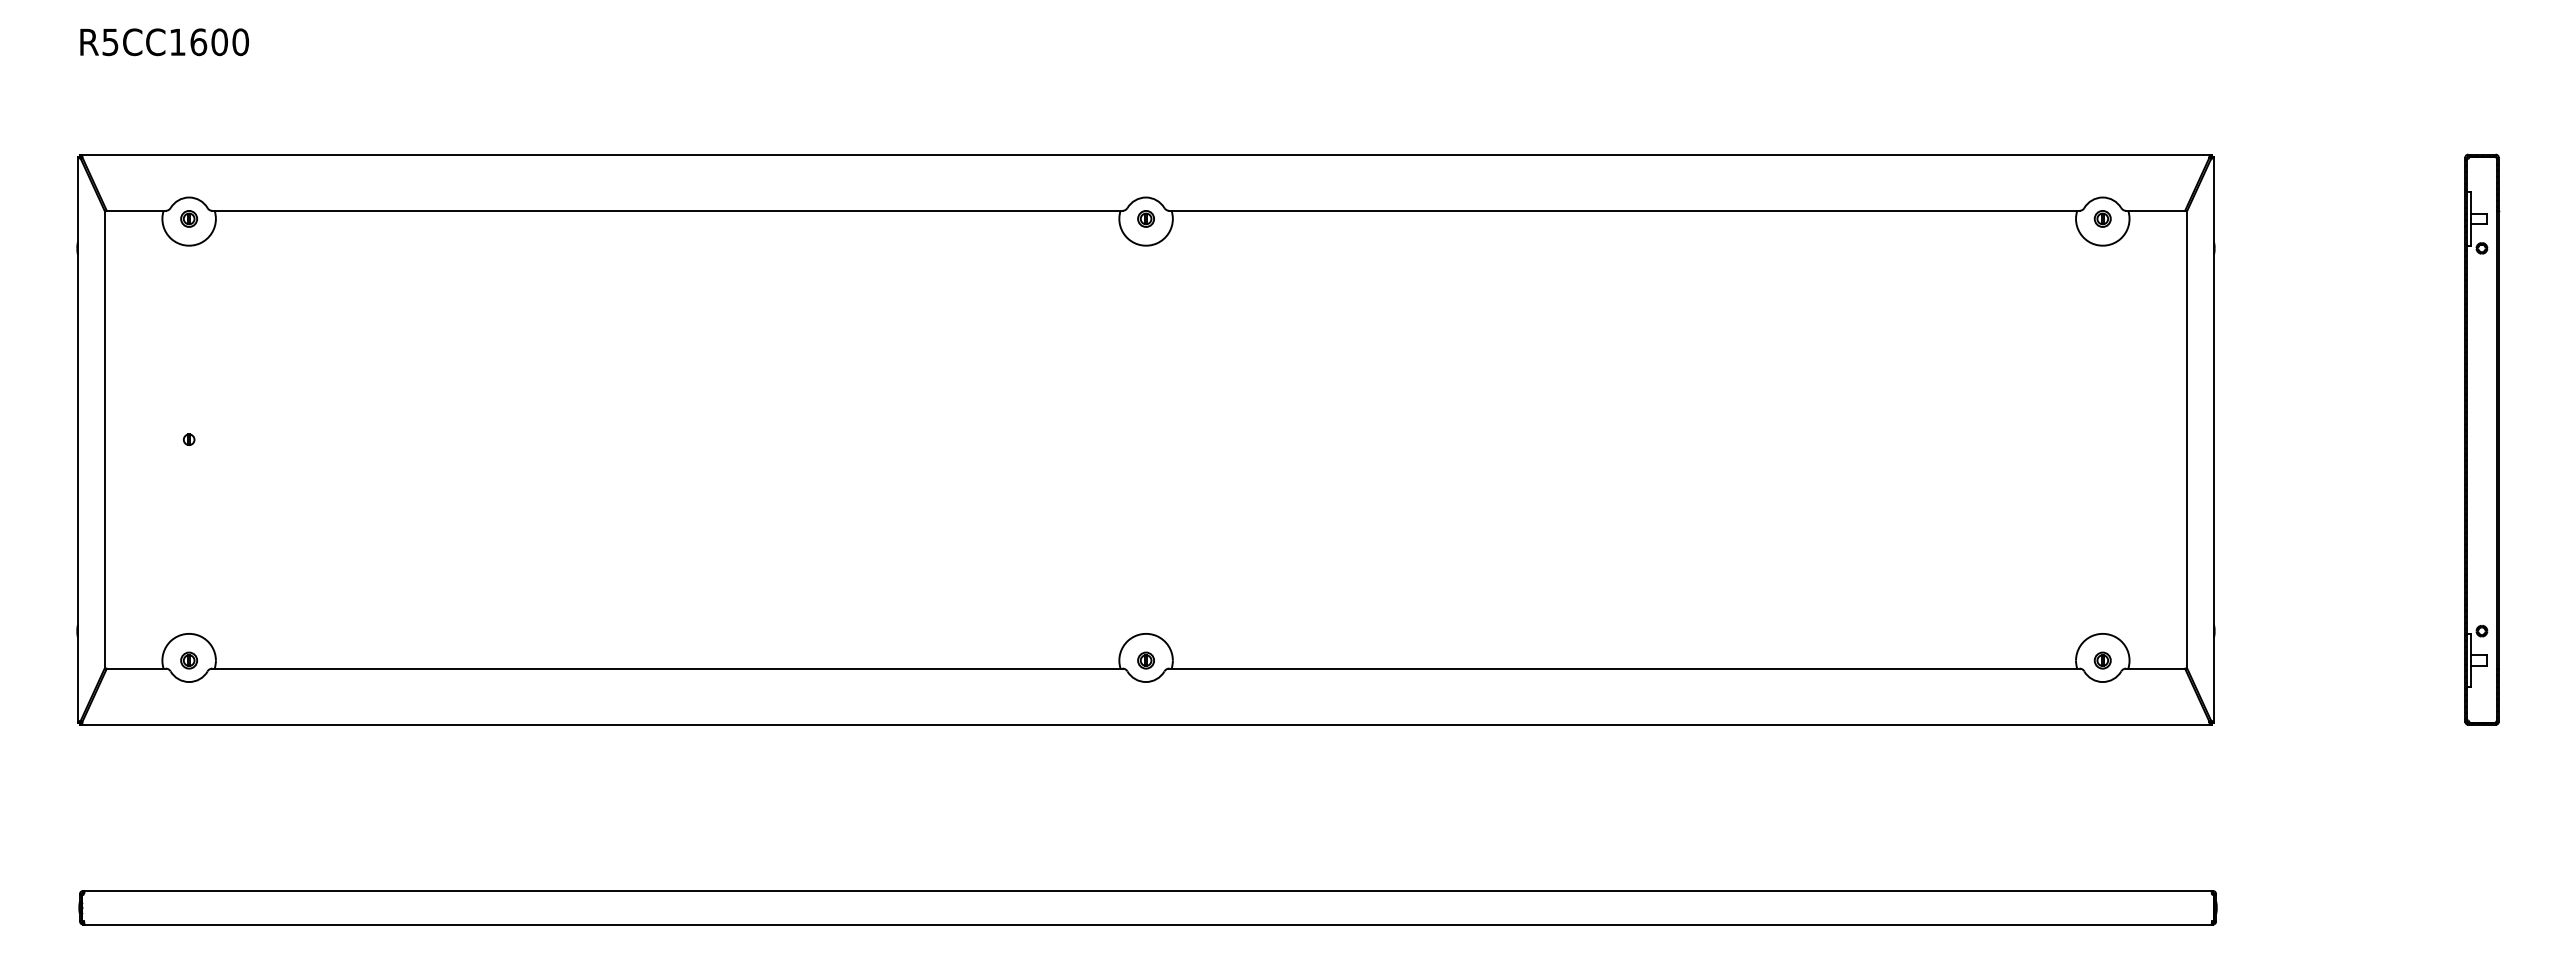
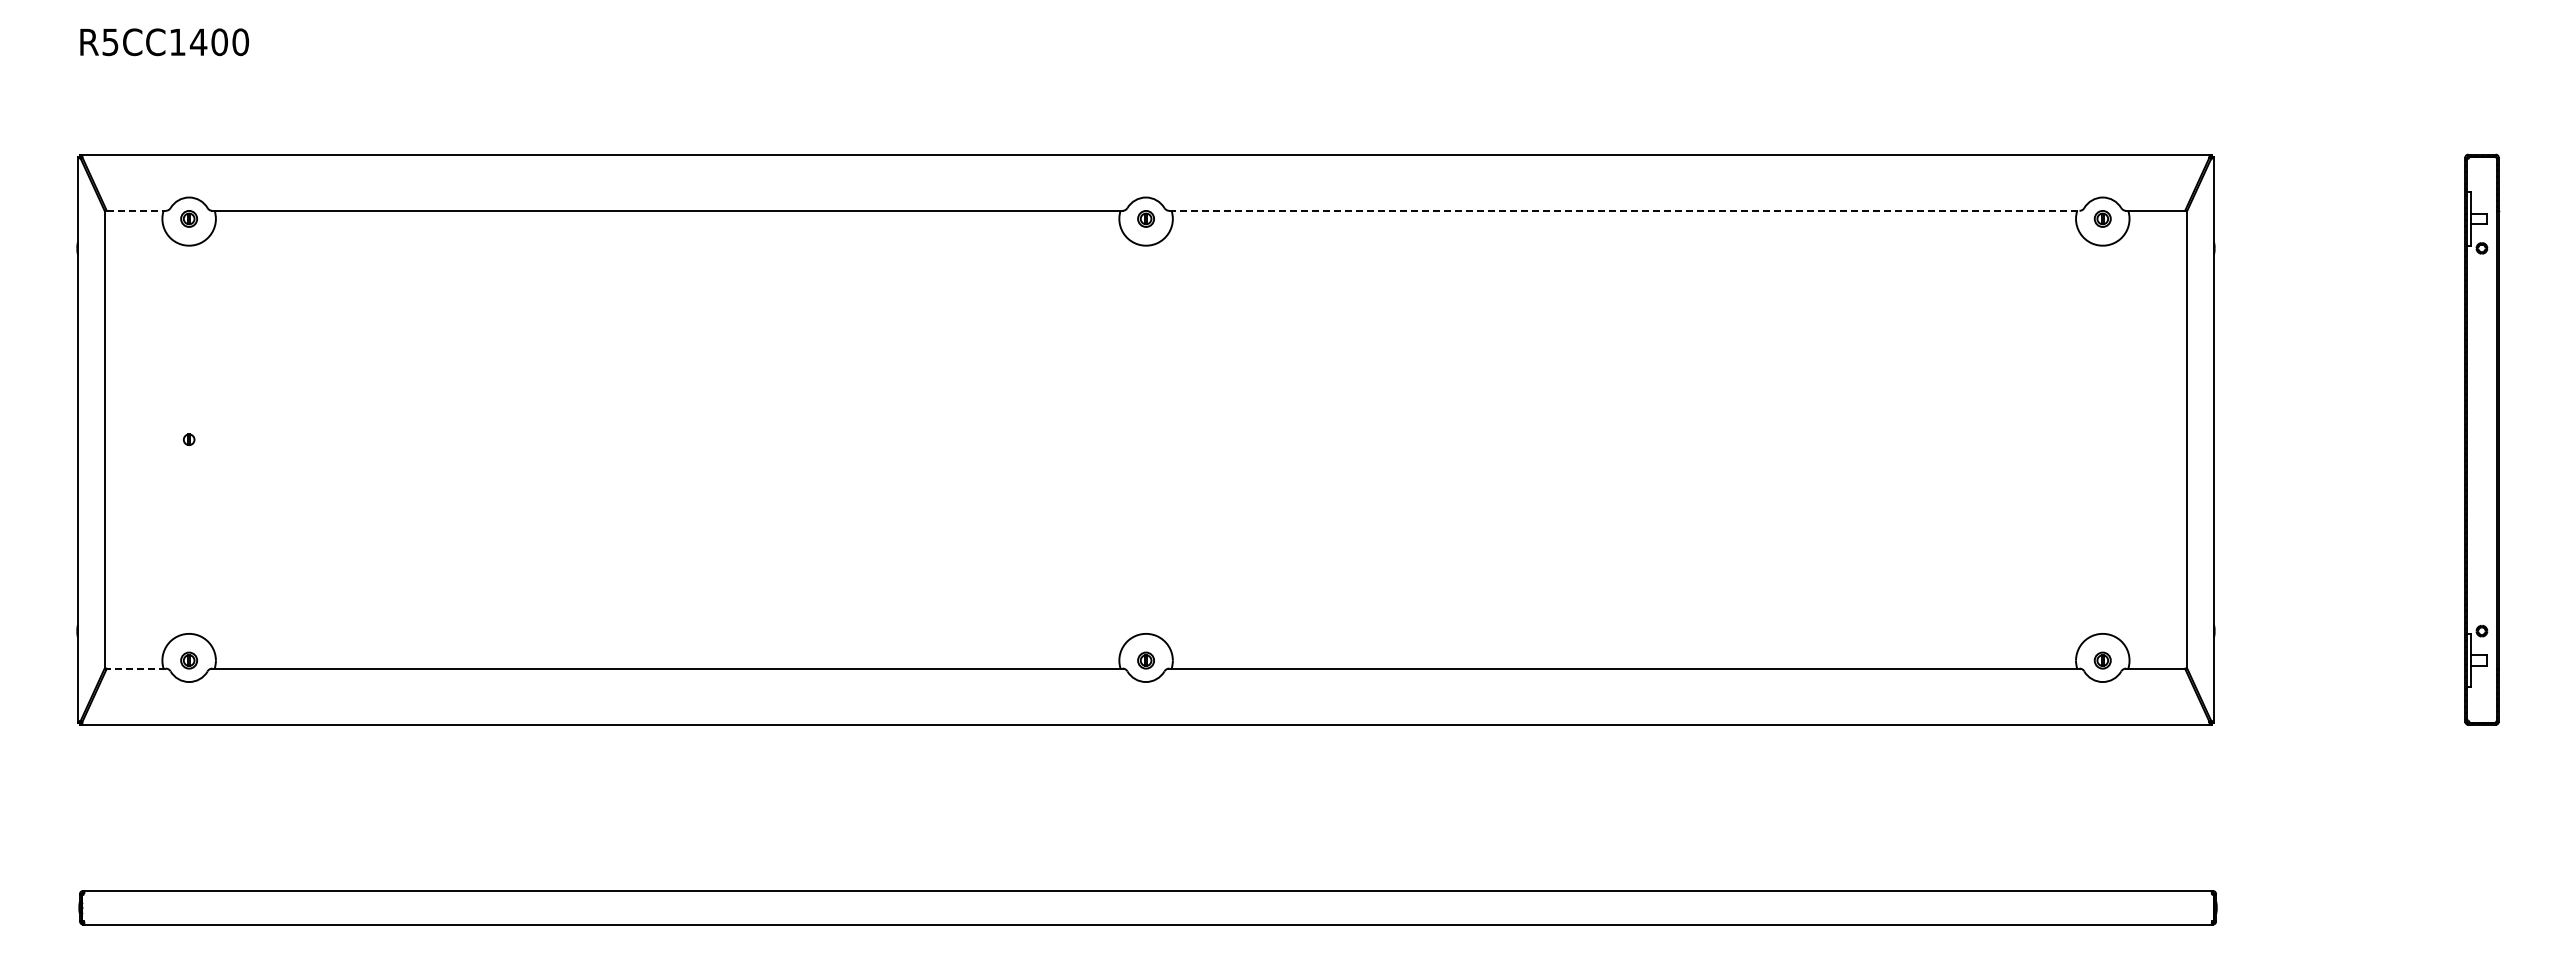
text at (198, 42): R5CC1600 -> R5CC1400
line at (136, 210): solid -> dashed
line at (1624, 210): solid -> dashed
line at (135, 668): solid -> dashed
